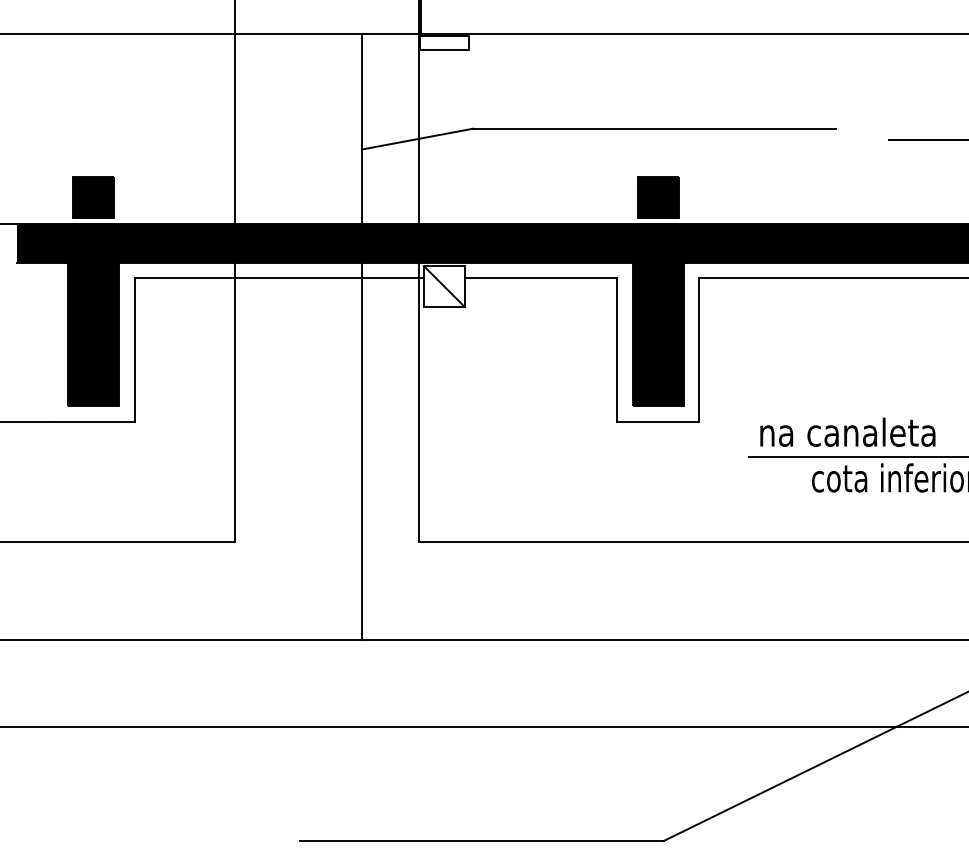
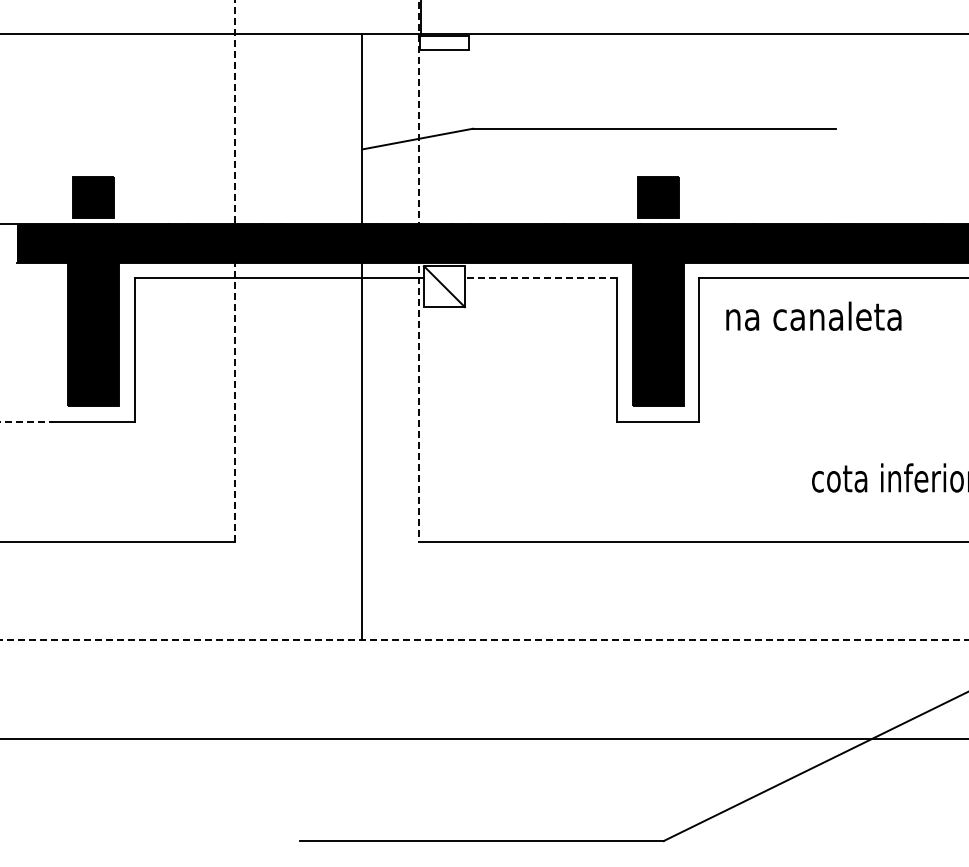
line at (927, 140): present -> none
line at (234, 271): solid -> dashed
line at (419, 271): solid -> dashed
line at (540, 277): solid -> dashed
line at (26, 421): solid -> dashed
text at (847, 431) position: (847, 431) -> (813, 315)
line at (856, 456): present -> none
line at (484, 640): solid -> dashed
line at (483, 726) position: (483, 726) -> (483, 738)
